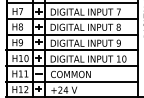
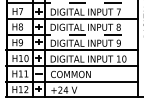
line at (86, 3): solid -> dashed
line at (86, 34): solid -> dashed
